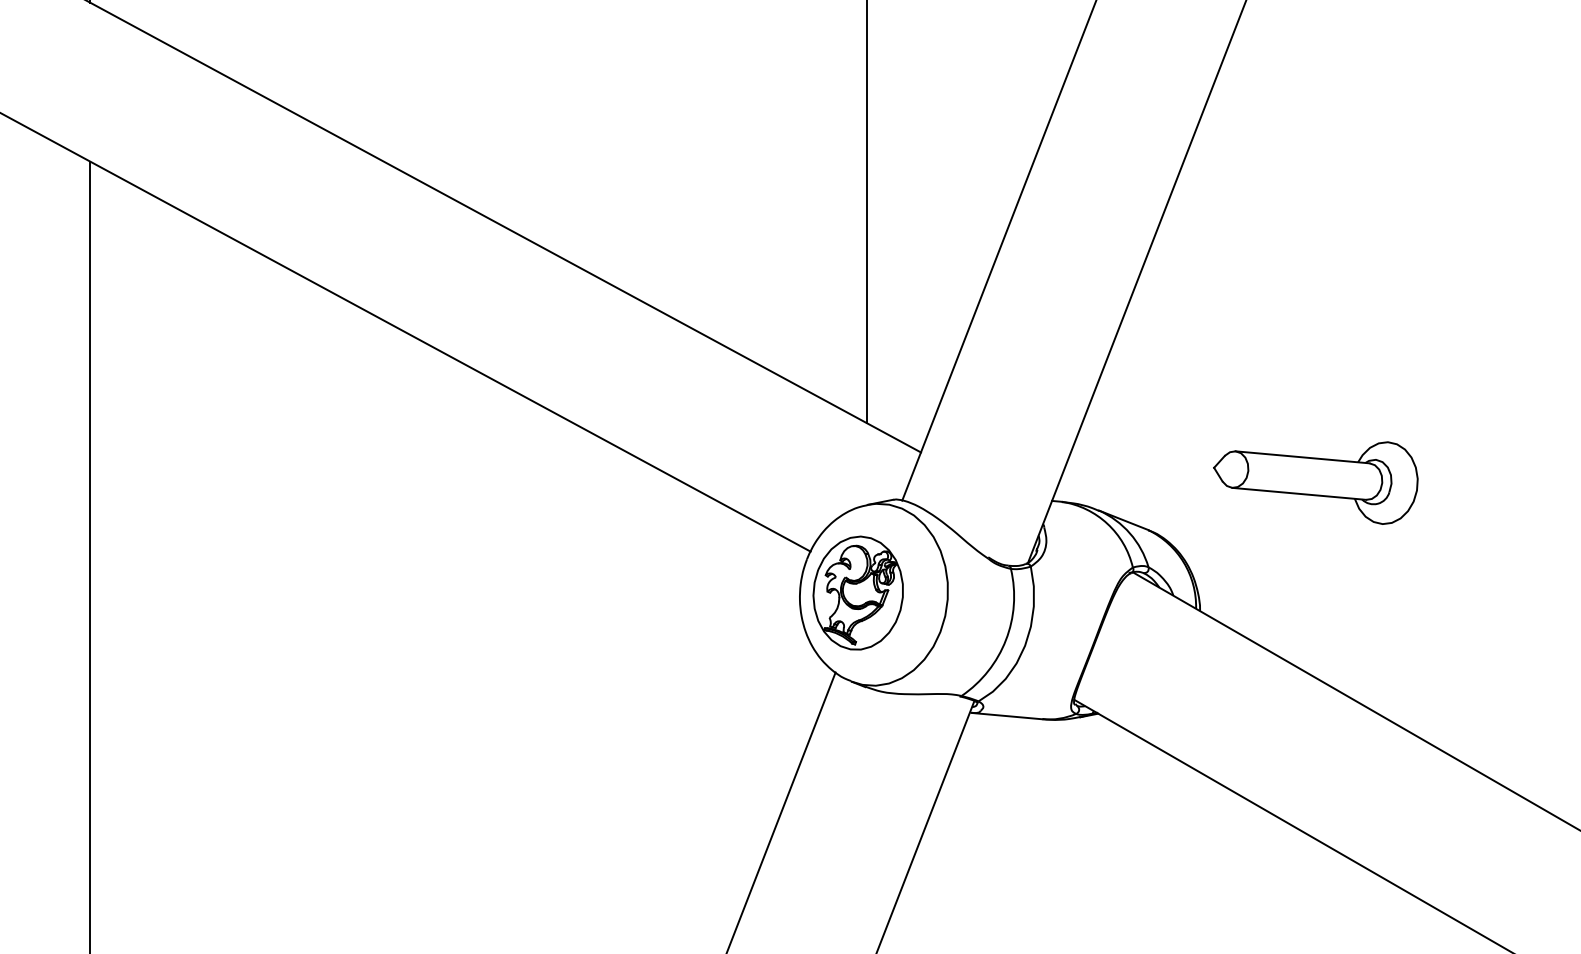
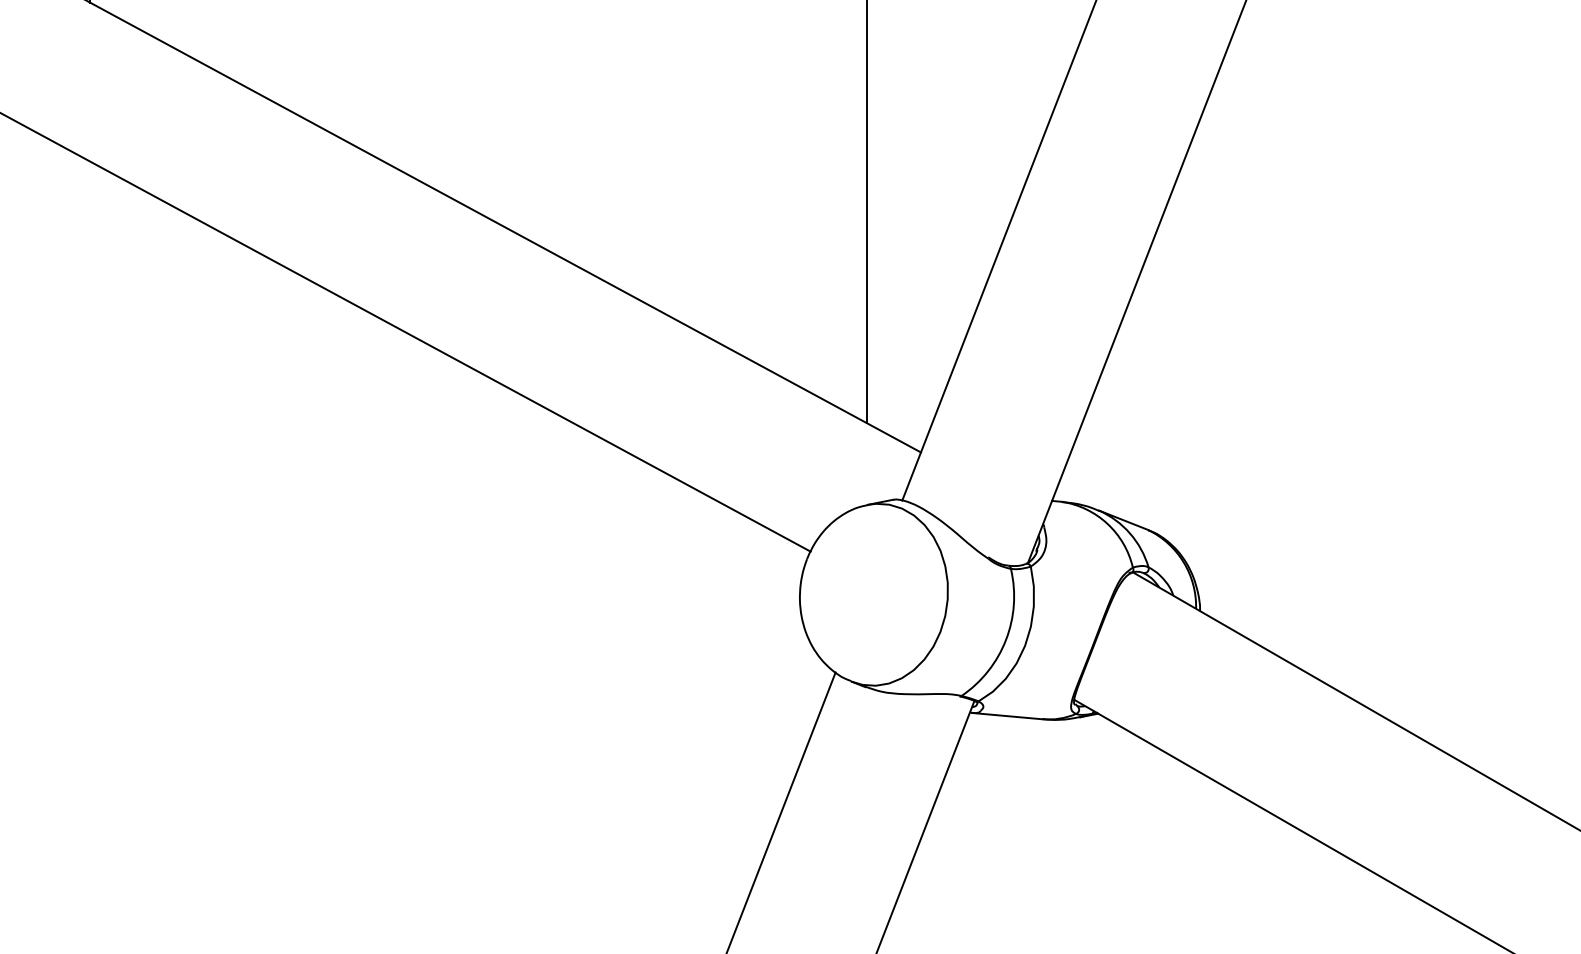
part at (1315, 482): present -> none
line at (90, 555): present -> none
part at (857, 592): present -> none
